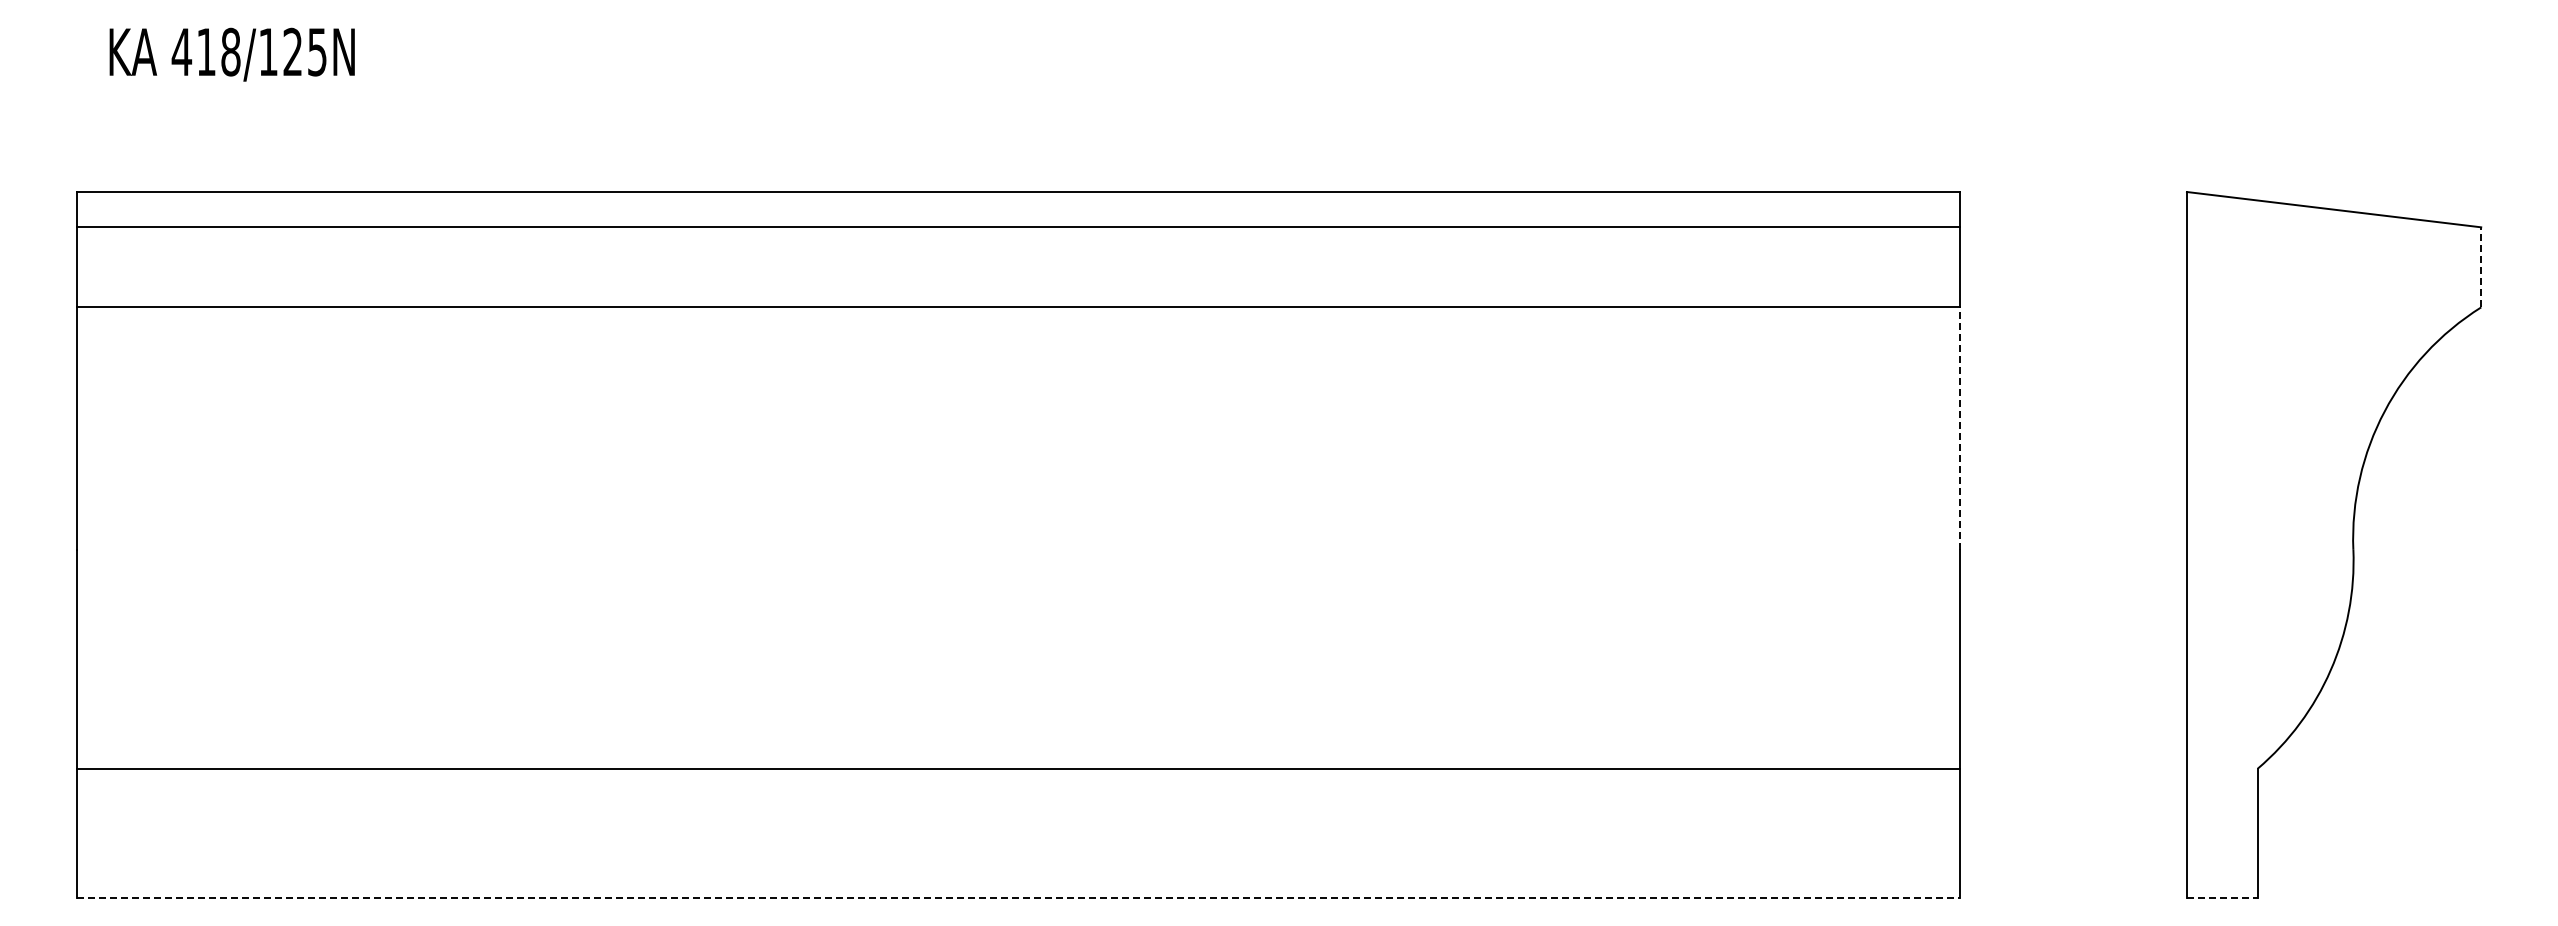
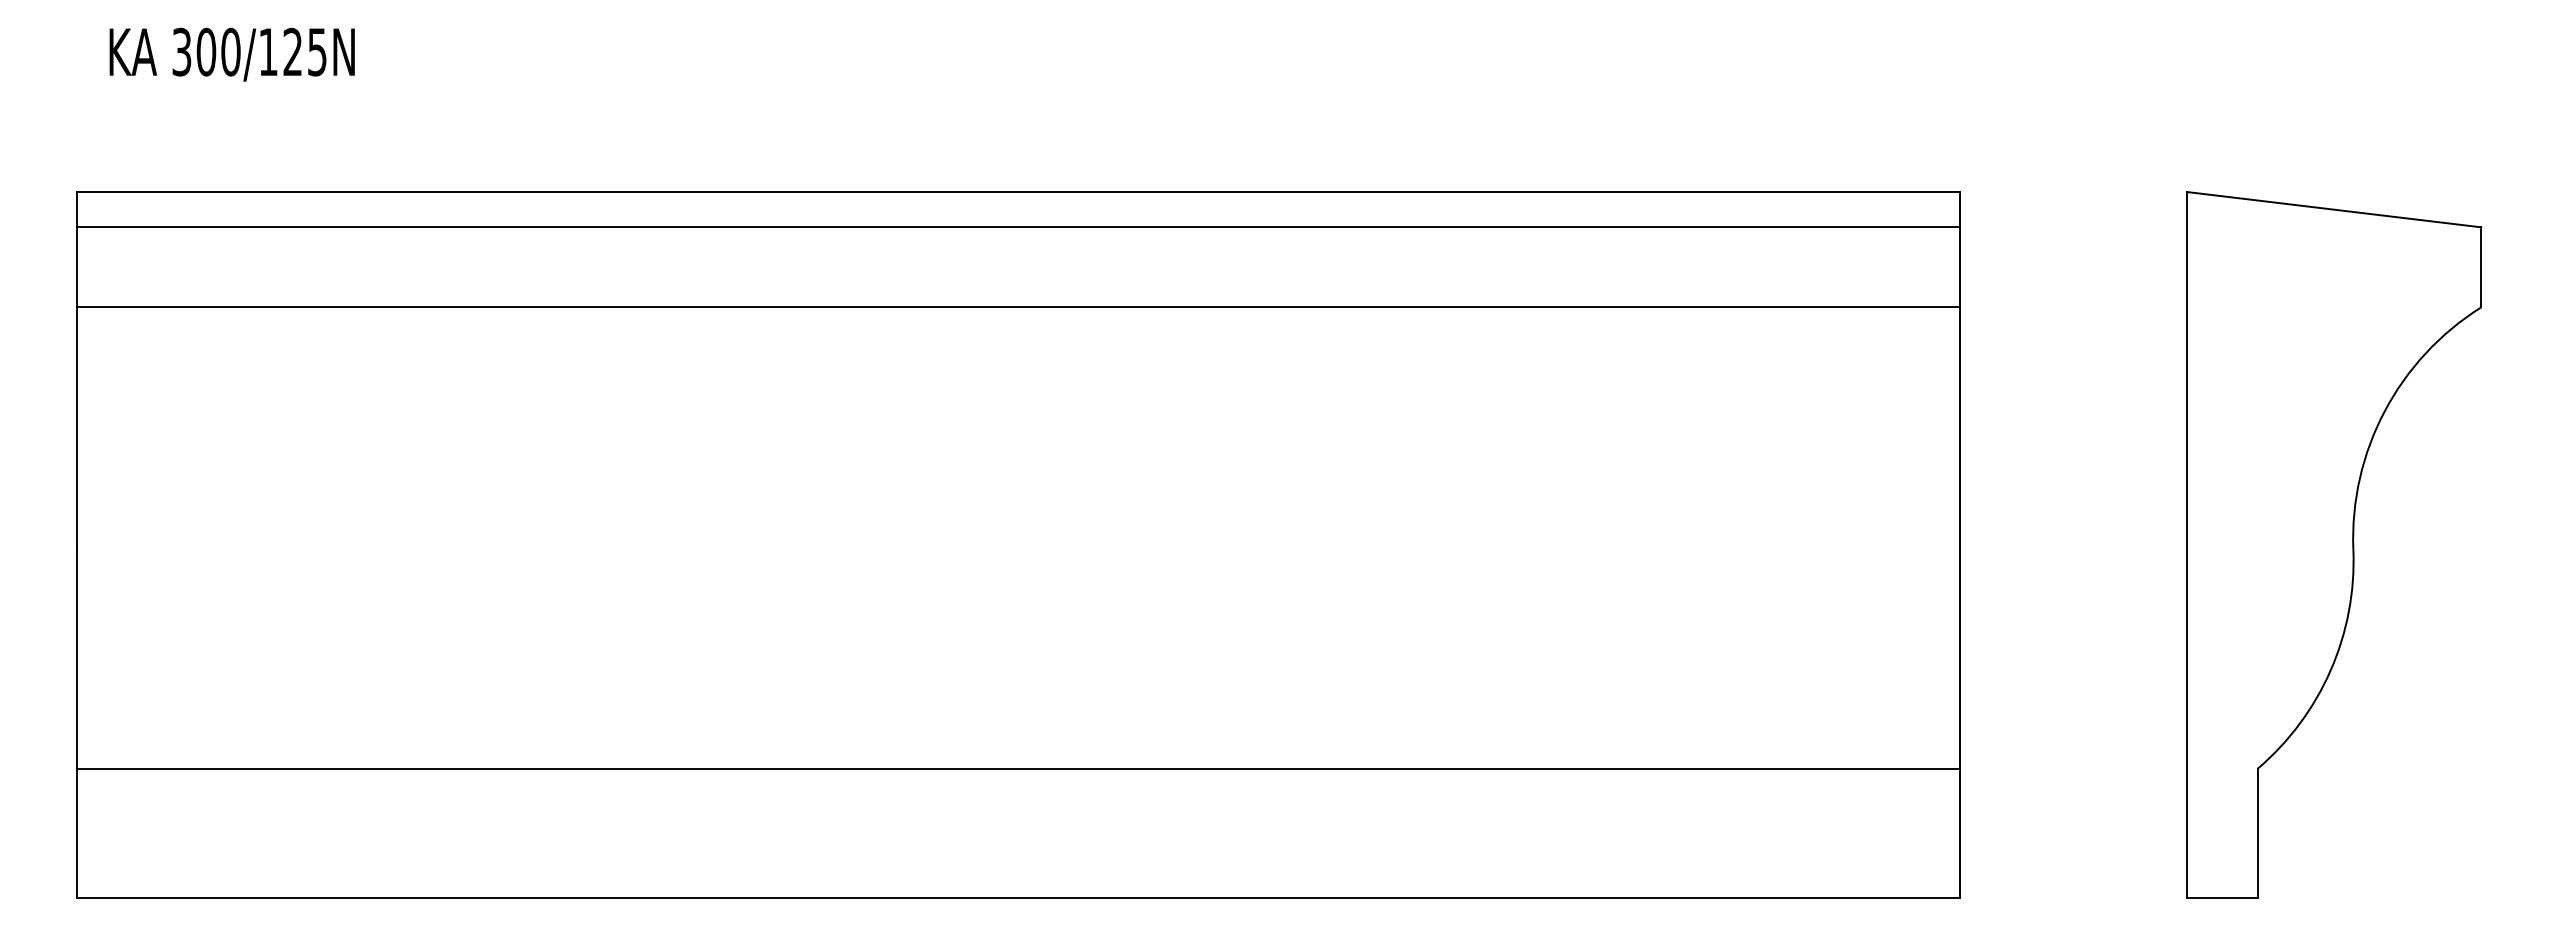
text at (205, 51): 418/125N -> 300/125N
line at (2481, 266): dashed -> solid
line at (1960, 428): dashed -> solid
line at (1018, 898): dashed -> solid
line at (2222, 898): dashed -> solid
